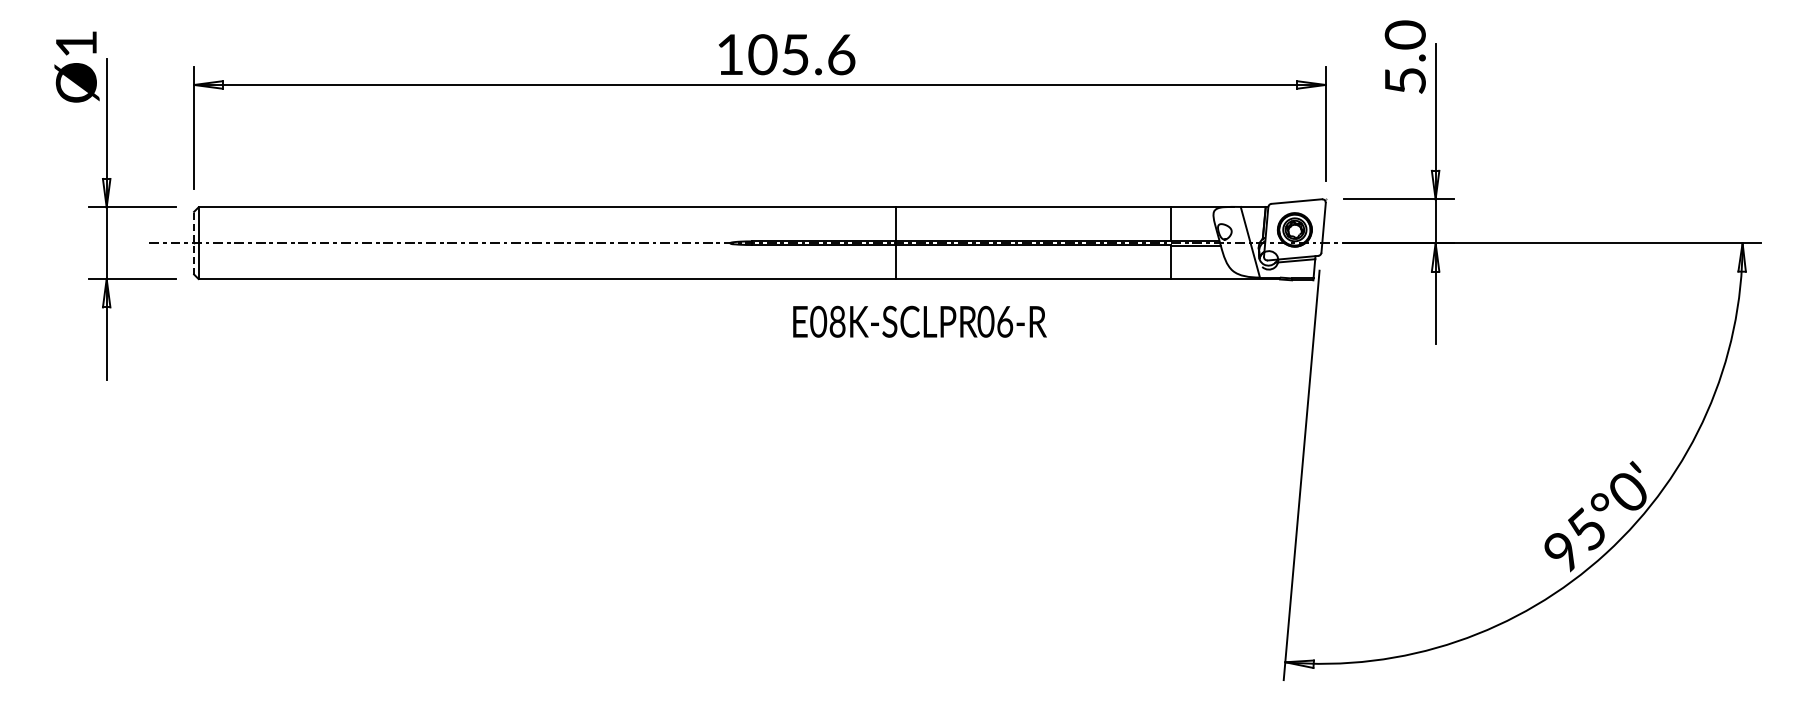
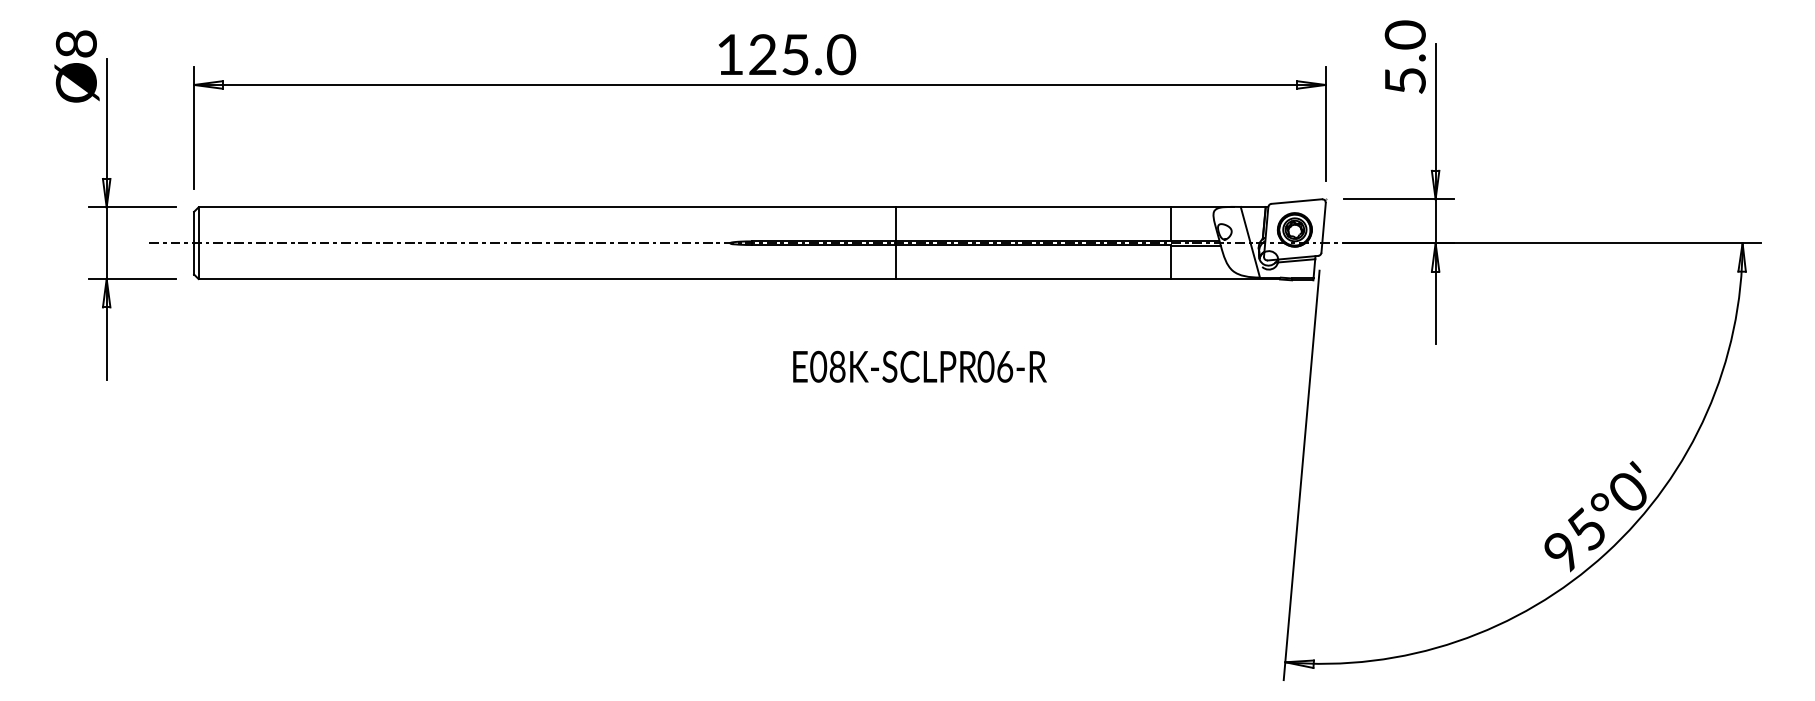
text at (75, 43): Ø1 -> Ø8
text at (802, 54): 105.6 -> 125.0
line at (194, 242): dashed -> solid
text at (919, 321) position: (919, 321) -> (919, 366)
